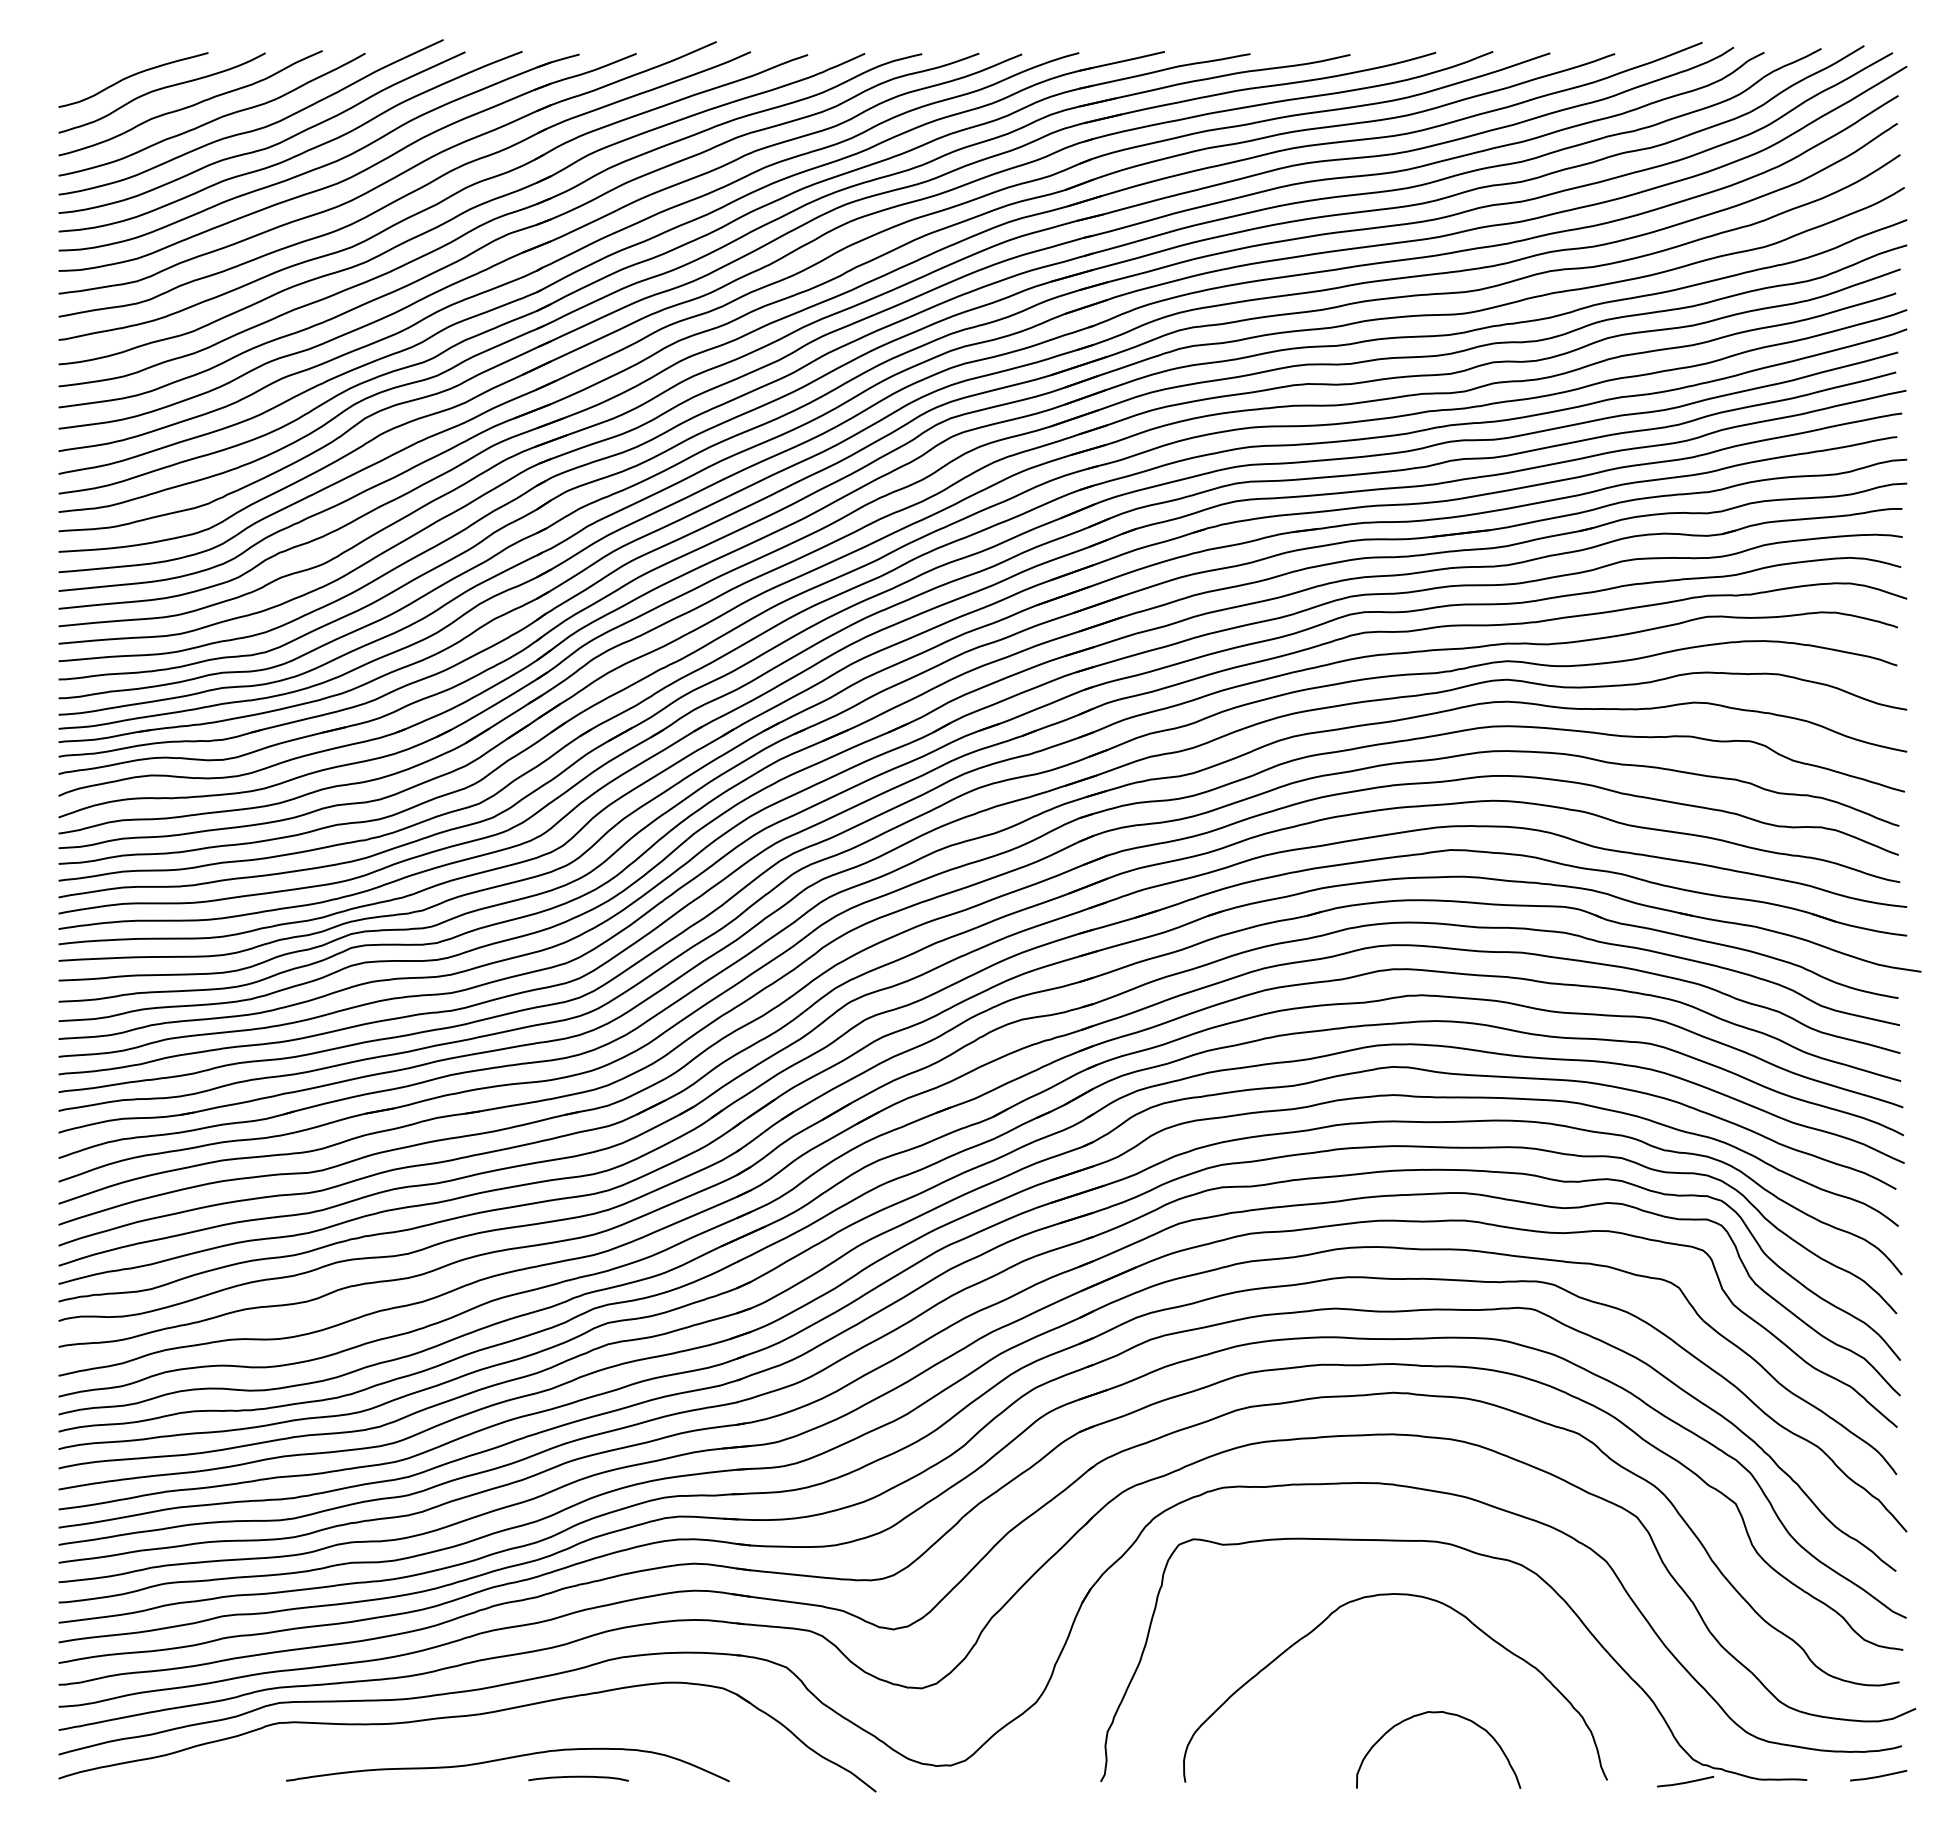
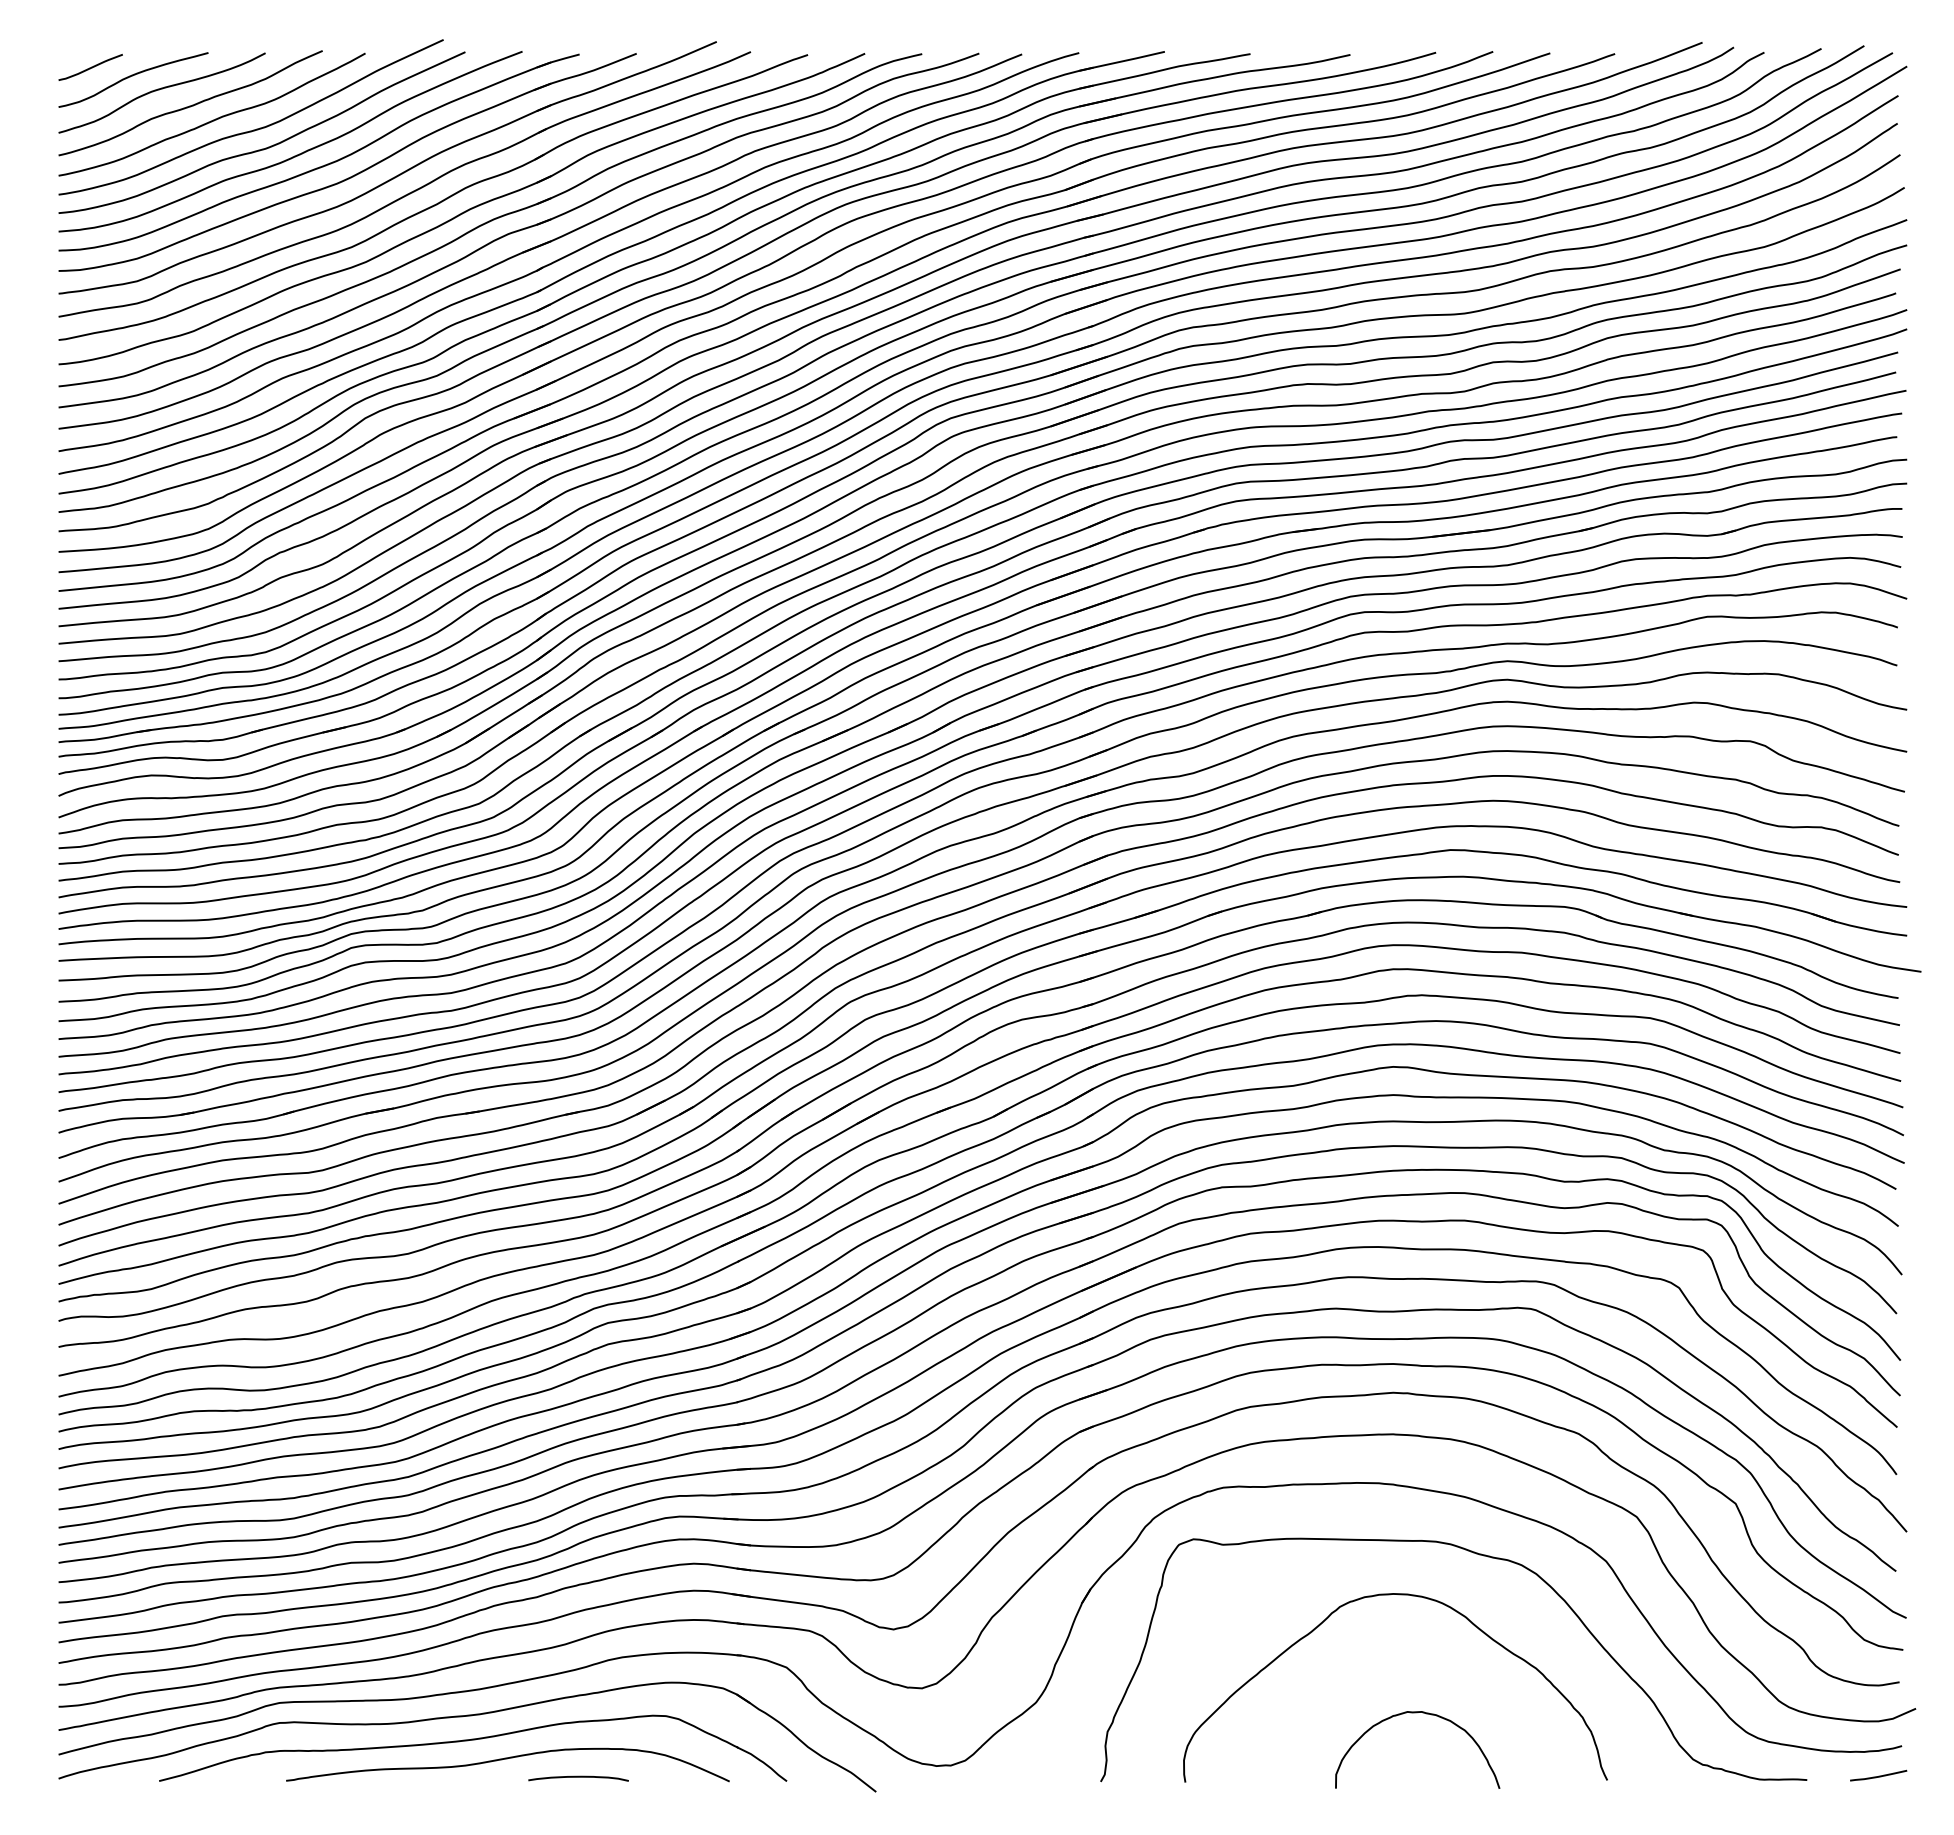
curve at (90, 67): none -> present
curve at (1438, 1713) position: (1438, 1713) -> (1417, 1713)
part at (473, 1740): none -> present
curve at (1685, 1781): present -> none
